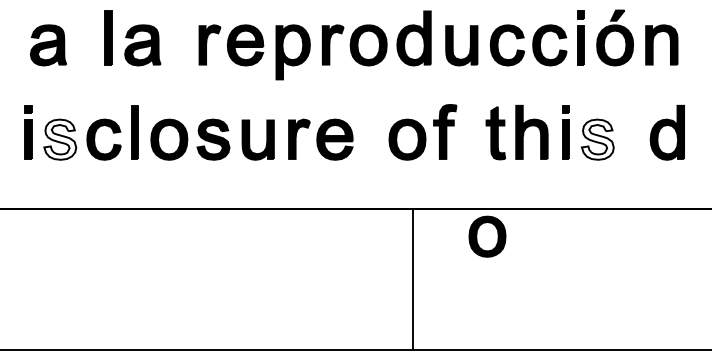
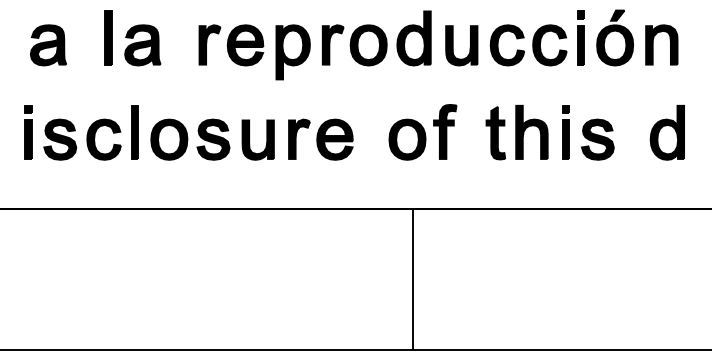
fill at (60, 139): none -> present
fill at (597, 139): none -> present
part at (487, 236): present -> none
